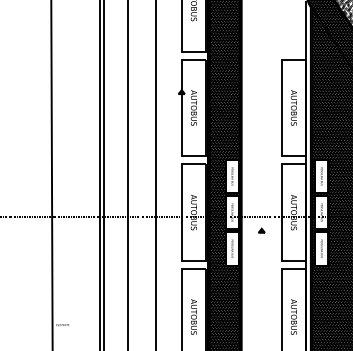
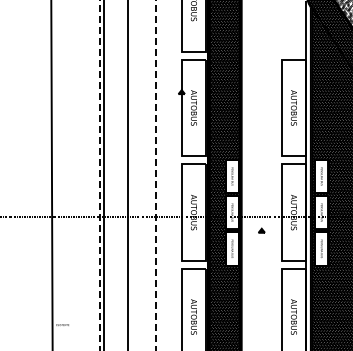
line at (99, 174): solid -> dashed
line at (155, 175): solid -> dashed
